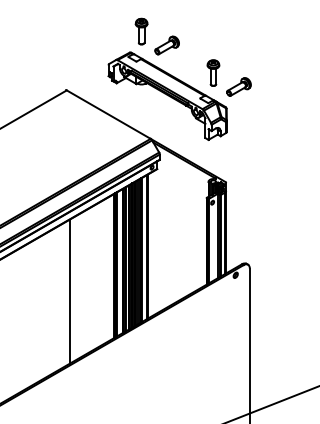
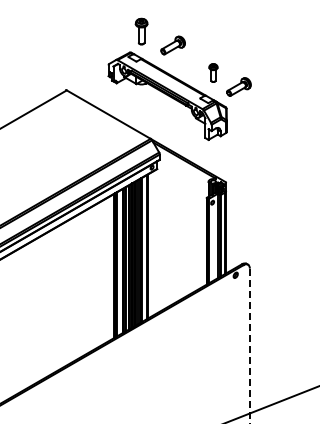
part at (166, 45) position: (166, 45) -> (172, 45)
part at (213, 72) size: 15x28 px -> 11x20 px
line at (69, 291): present -> none
line at (249, 346): solid -> dashed
